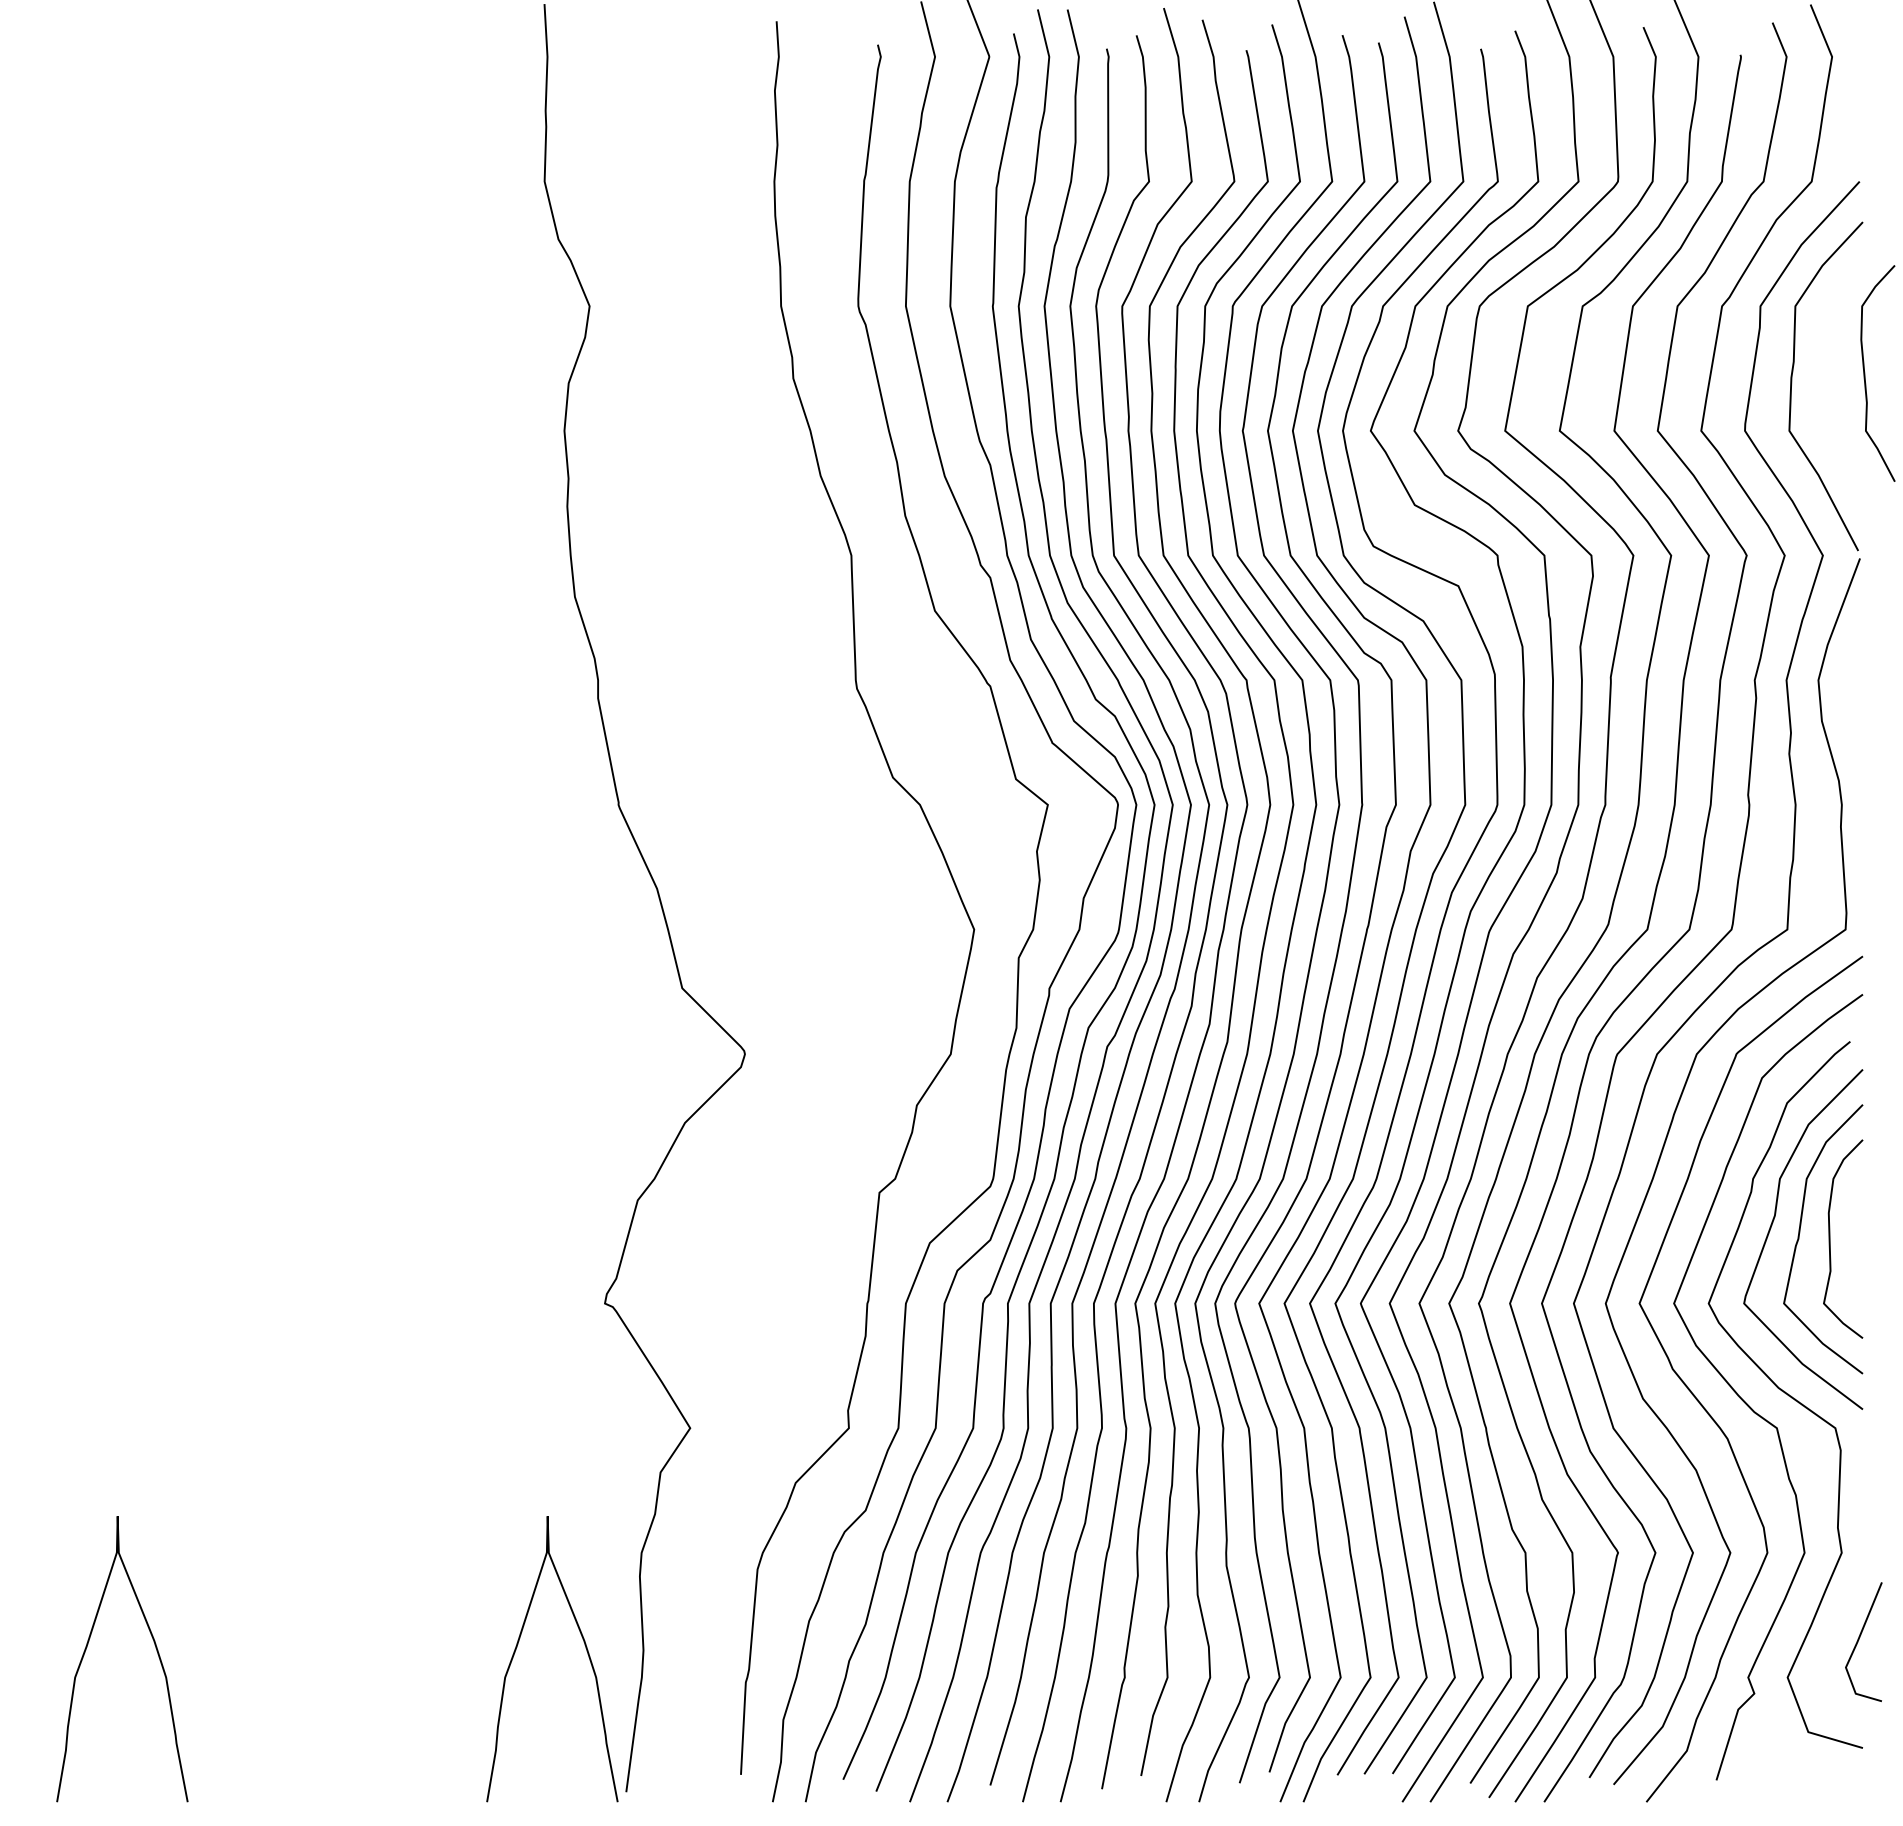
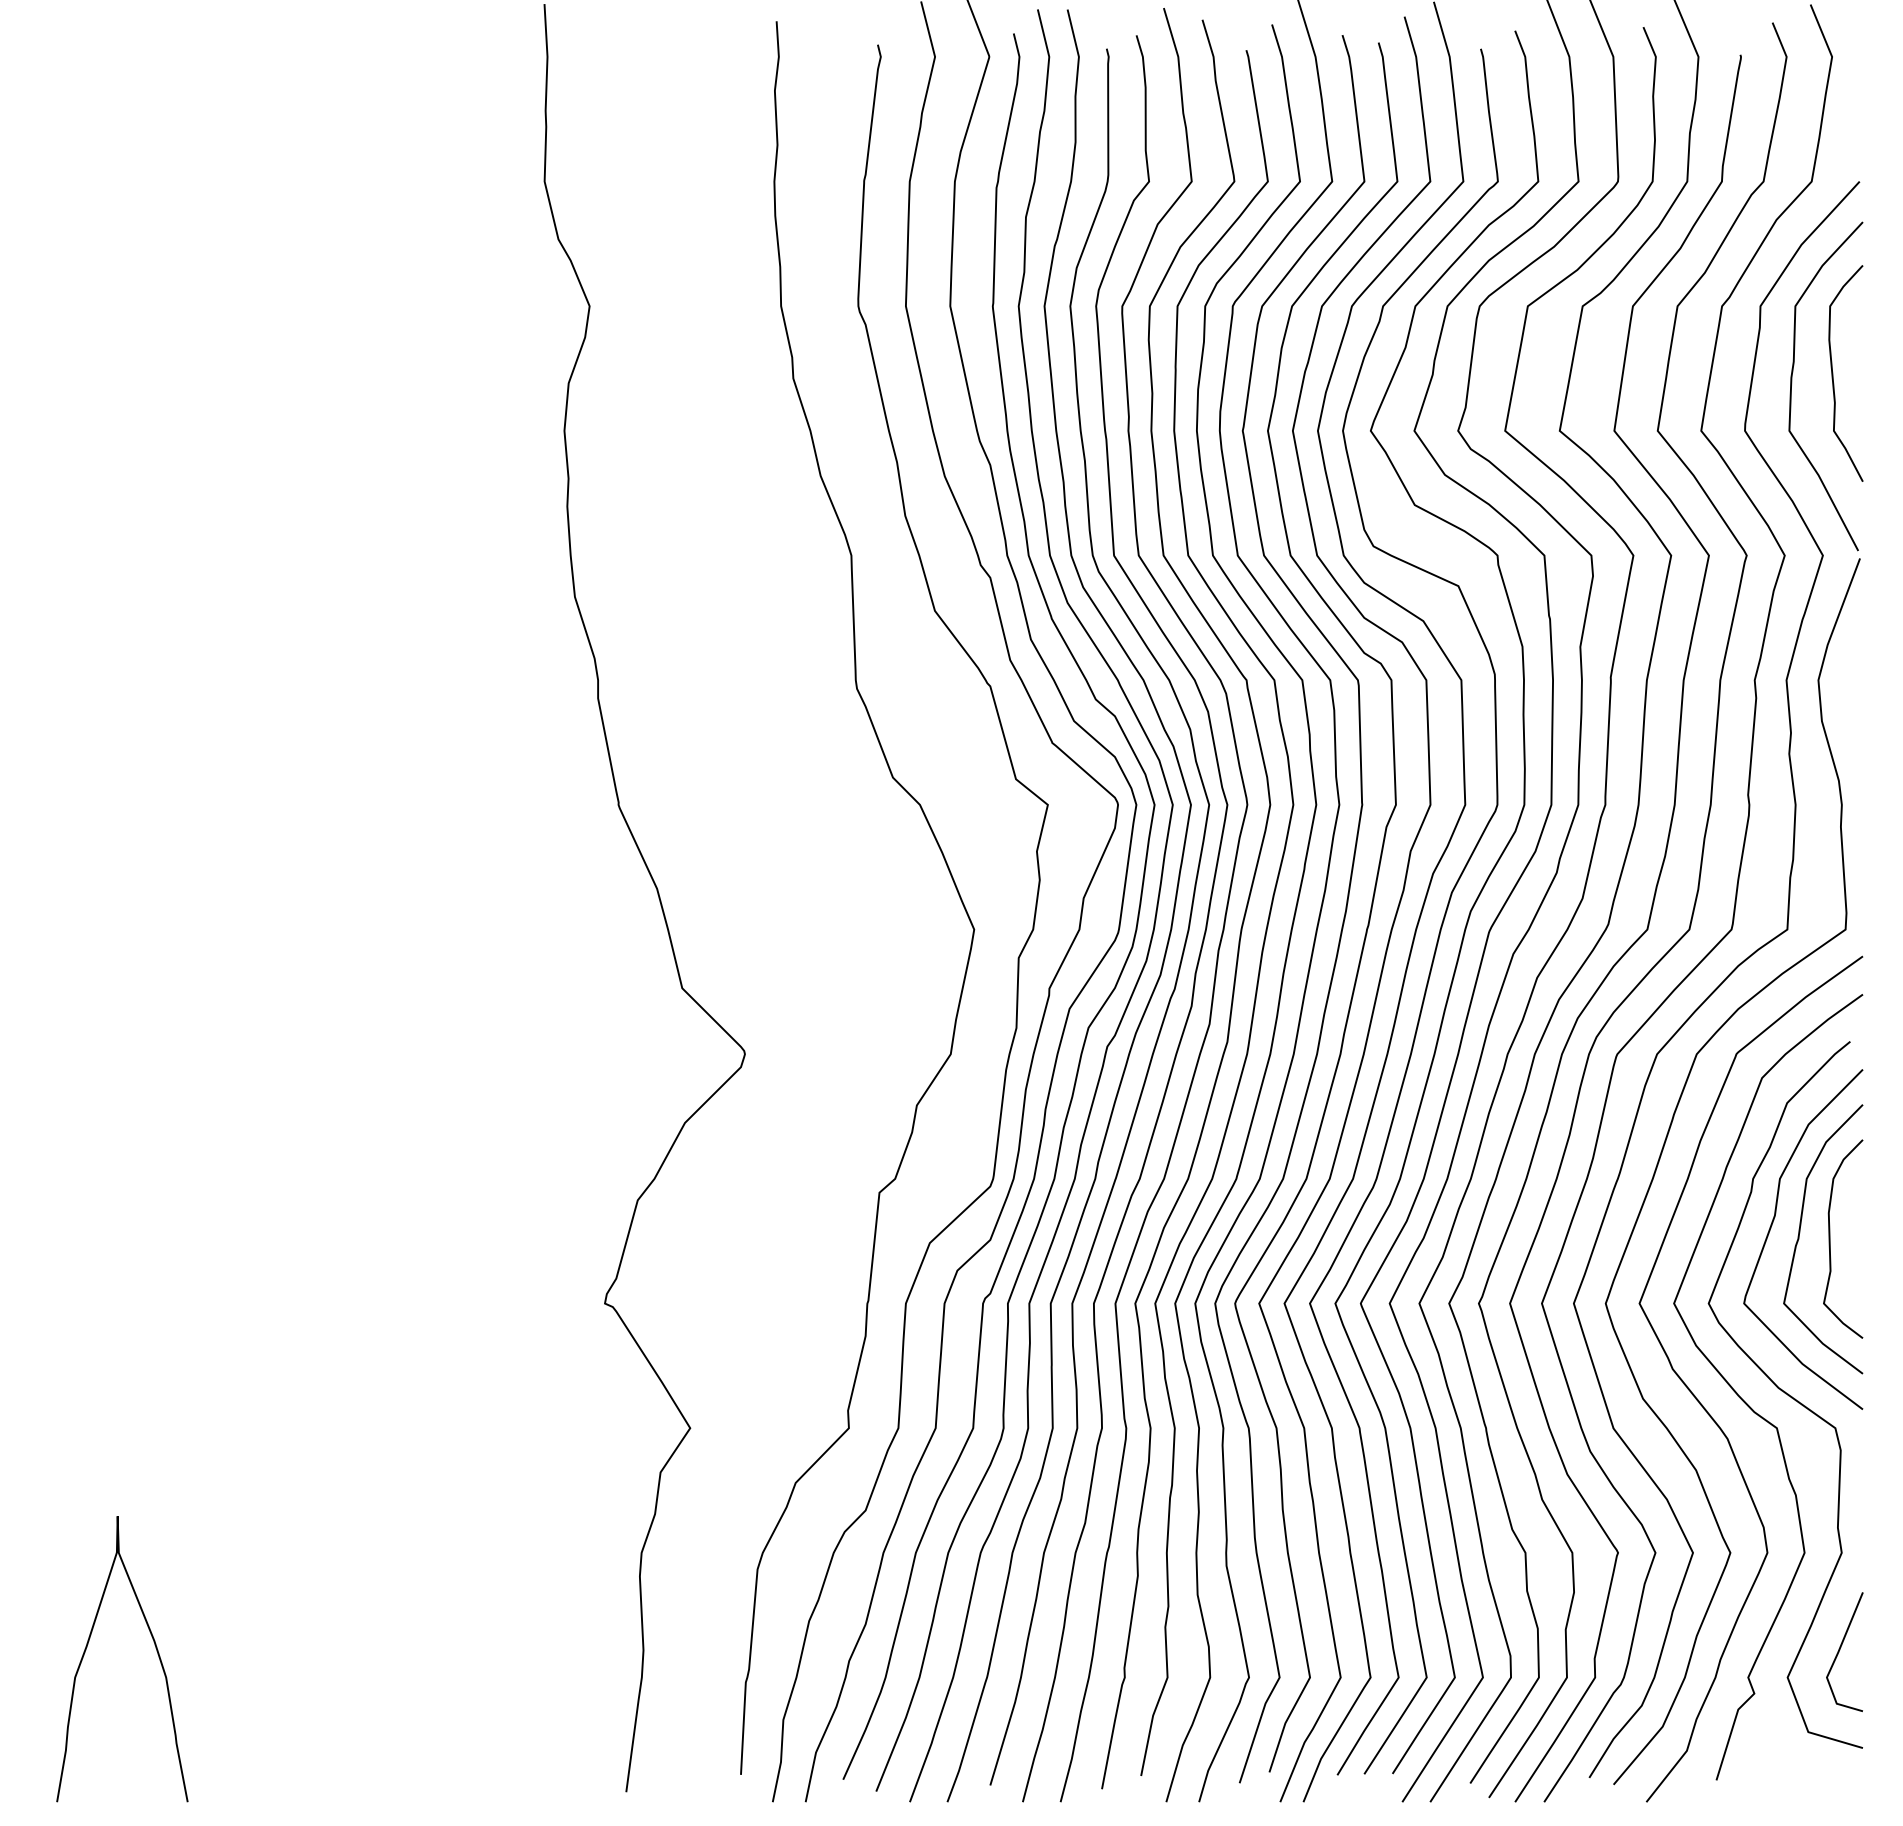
curve at (1865, 373) position: (1865, 373) -> (1833, 373)
line at (1859, 1640) position: (1859, 1640) -> (1840, 1650)
curve at (585, 1648): present -> none
